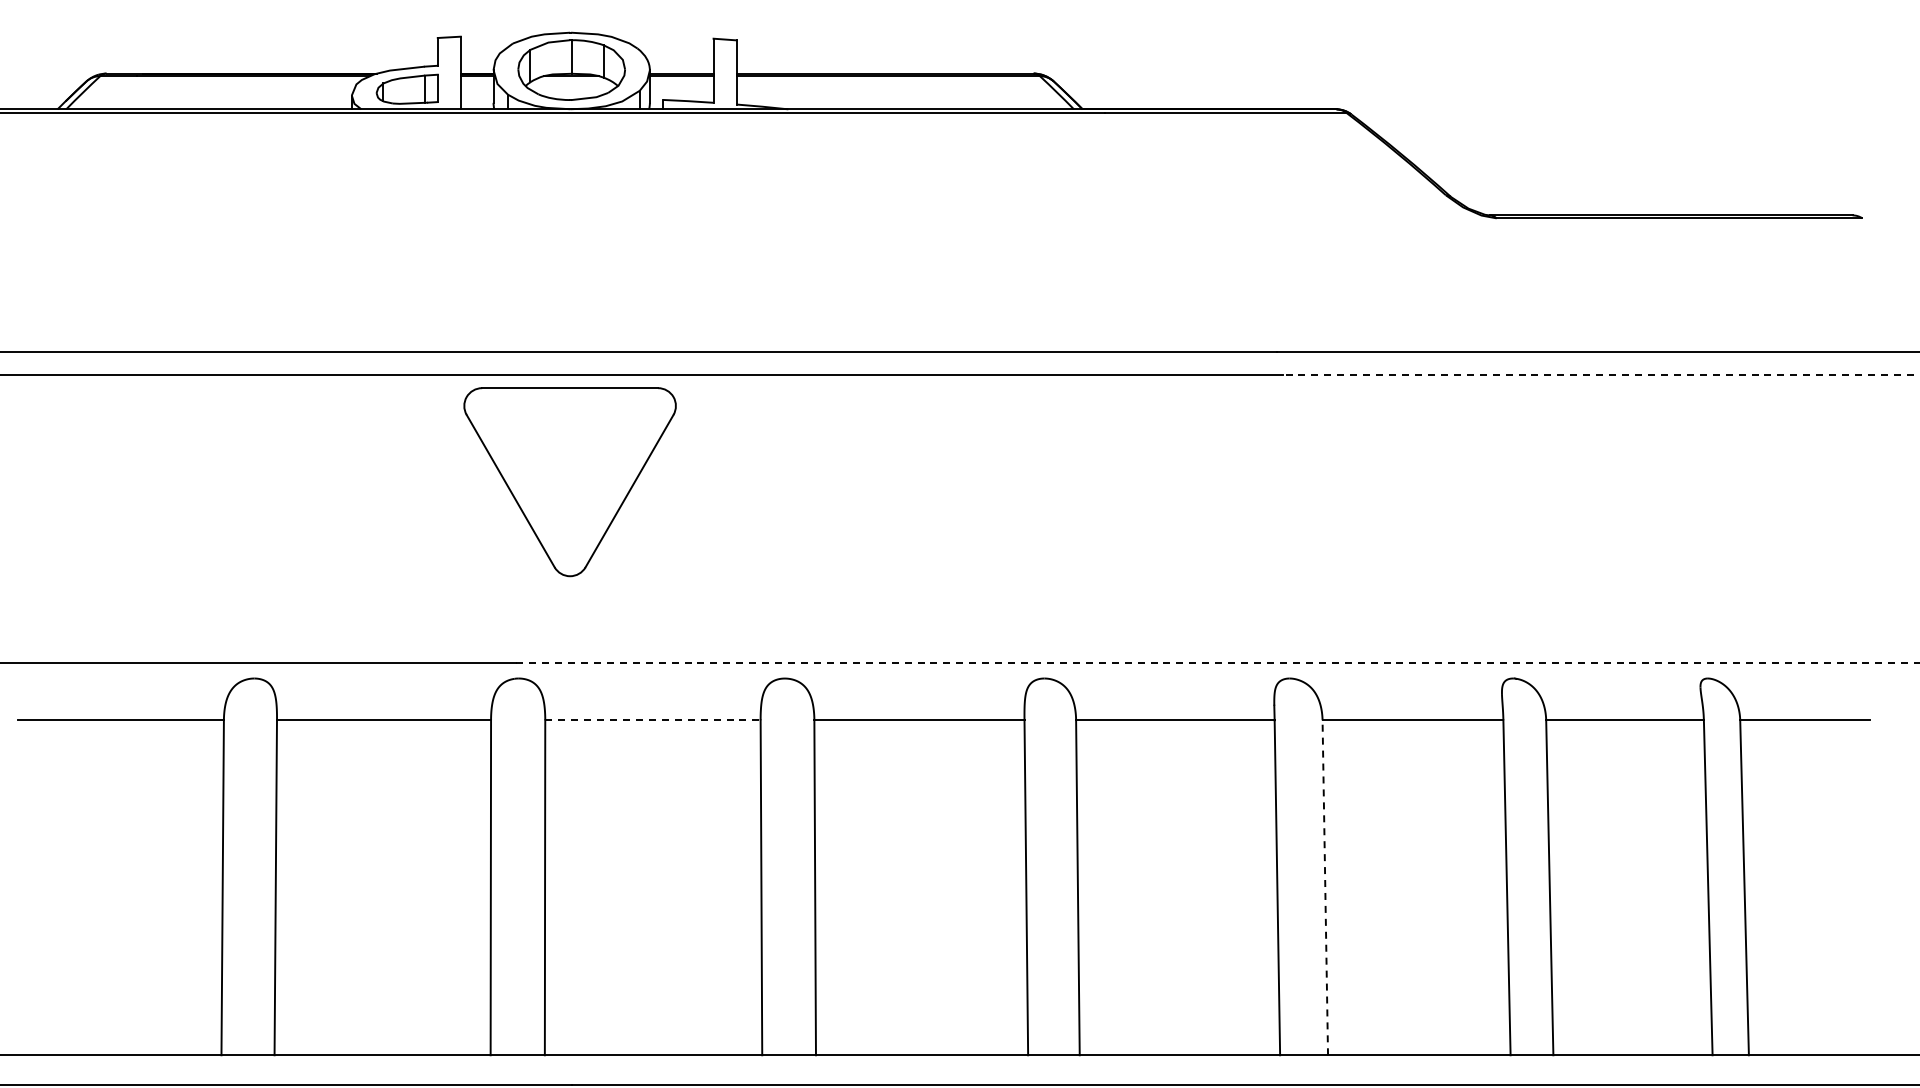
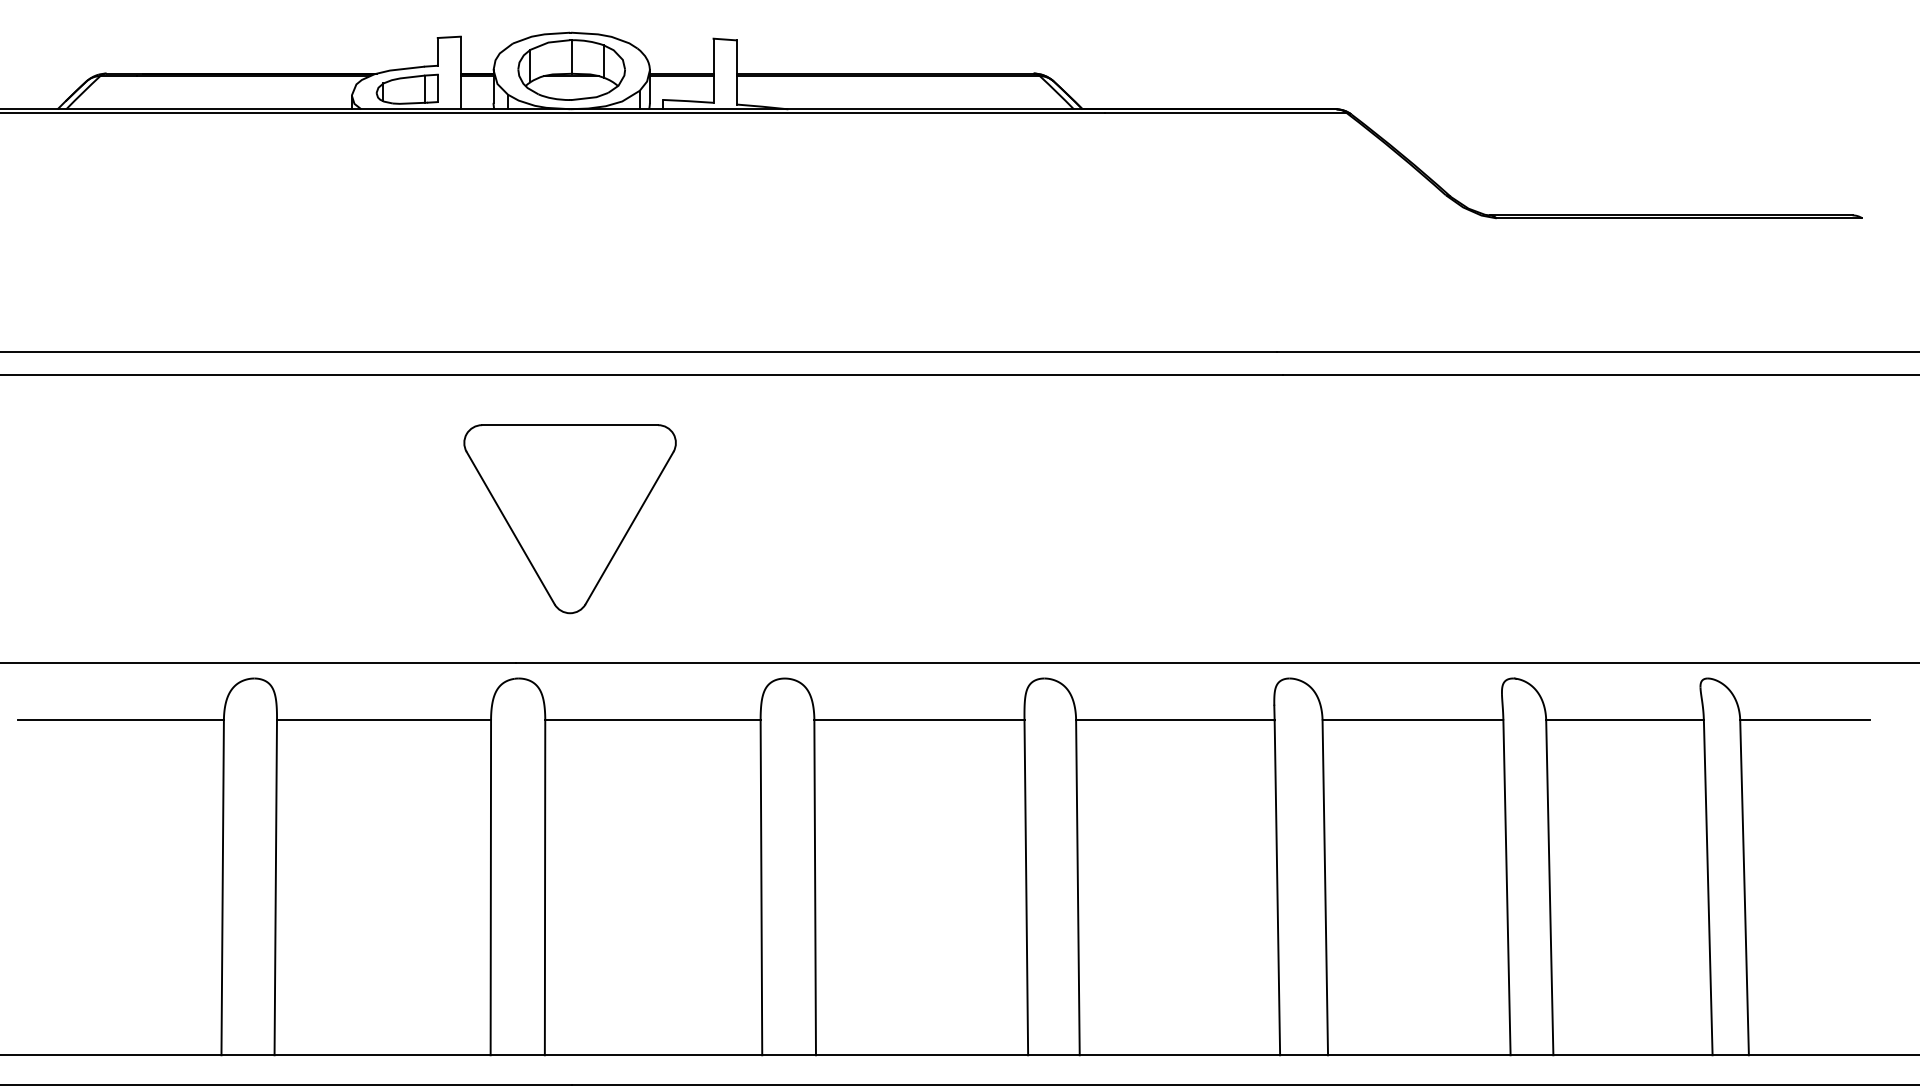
line at (1600, 375): dashed -> solid
part at (569, 482) position: (569, 482) -> (569, 519)
line at (1217, 662): dashed -> solid
line at (652, 720): dashed -> solid
line at (1325, 887): dashed -> solid
